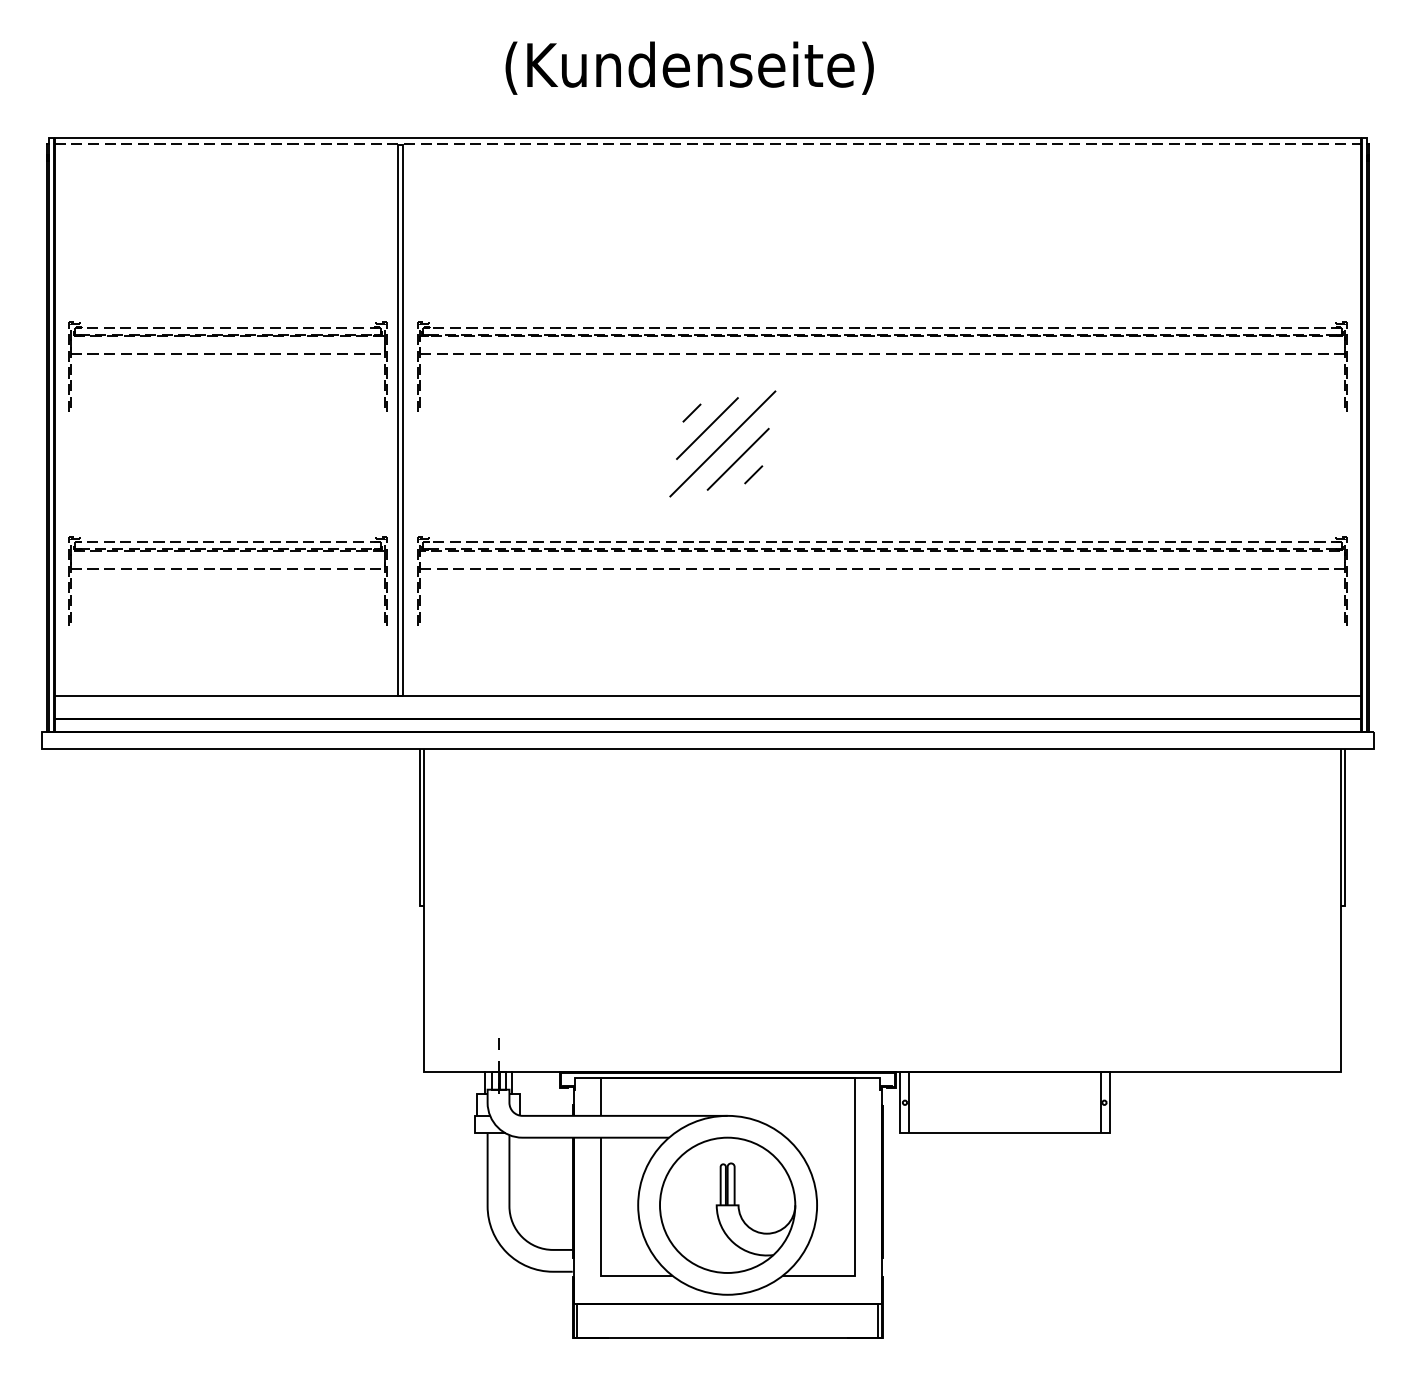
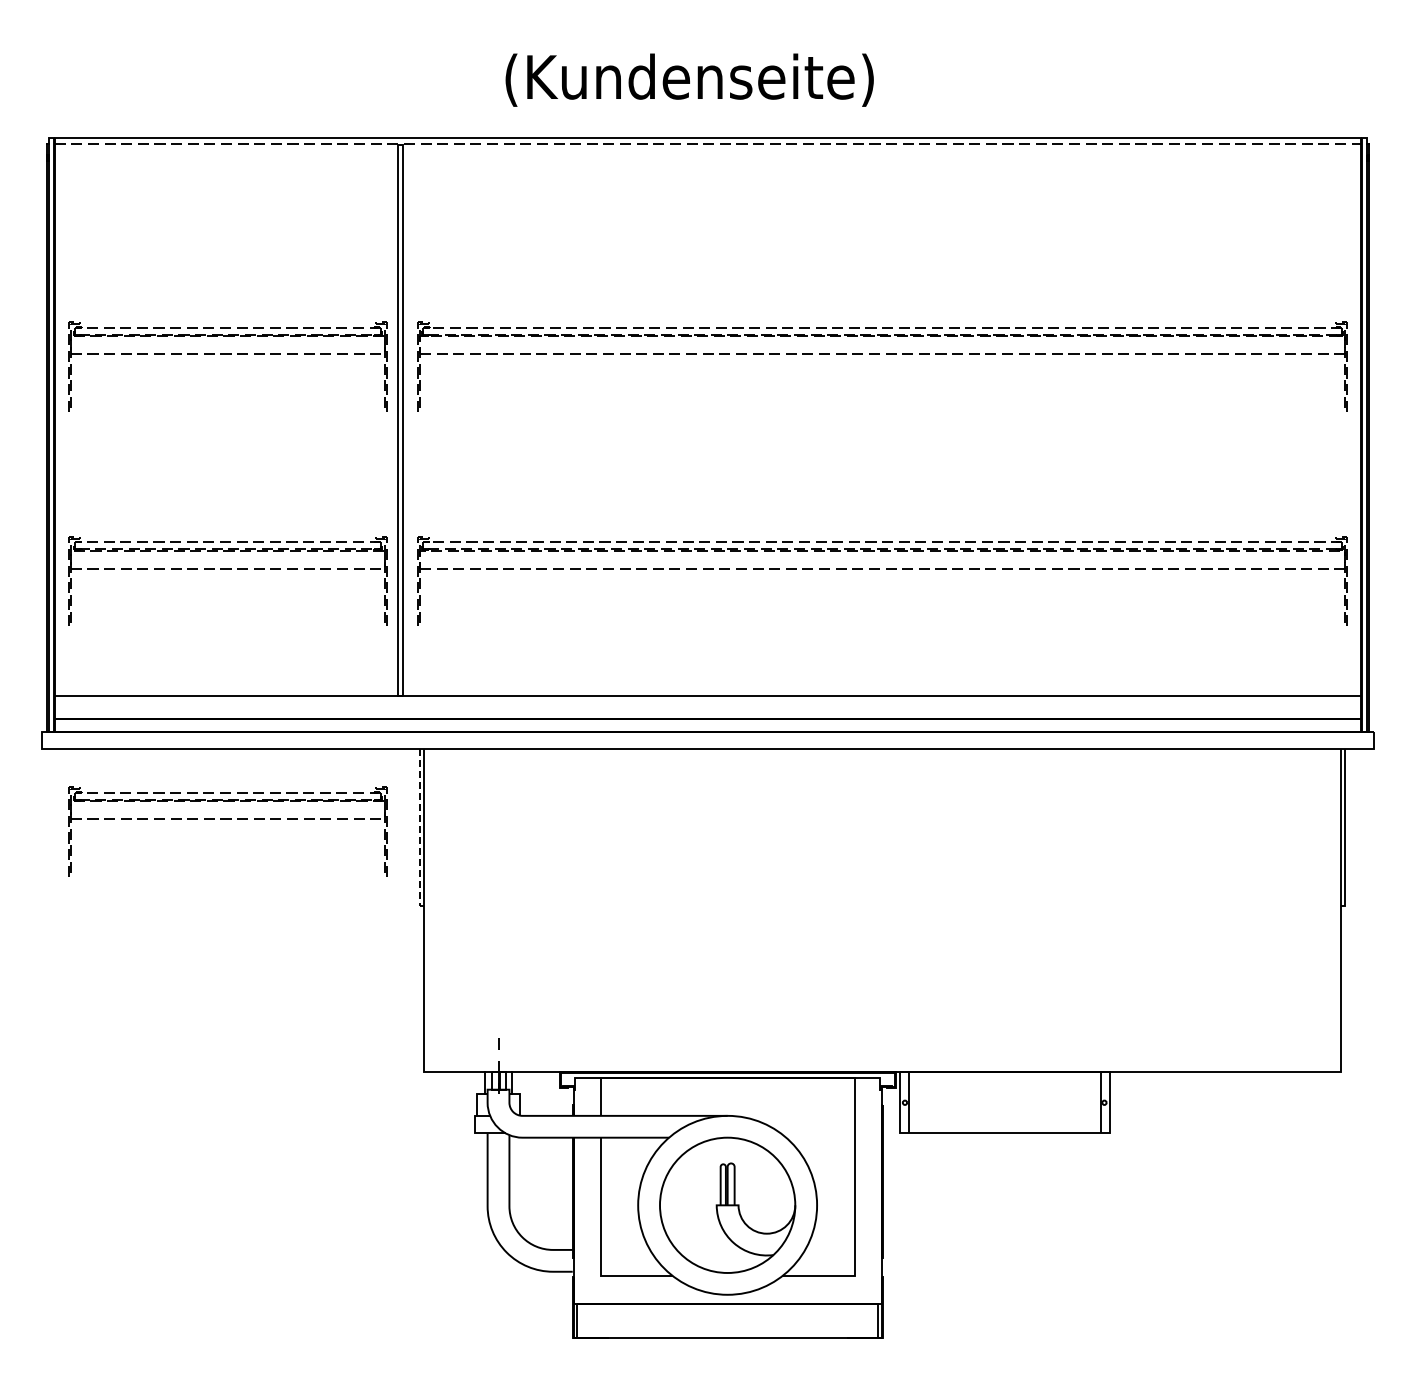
text at (689, 67) position: (689, 67) -> (689, 79)
part at (722, 443): present -> none
part at (227, 819): none -> present
line at (419, 830): solid -> dashed
